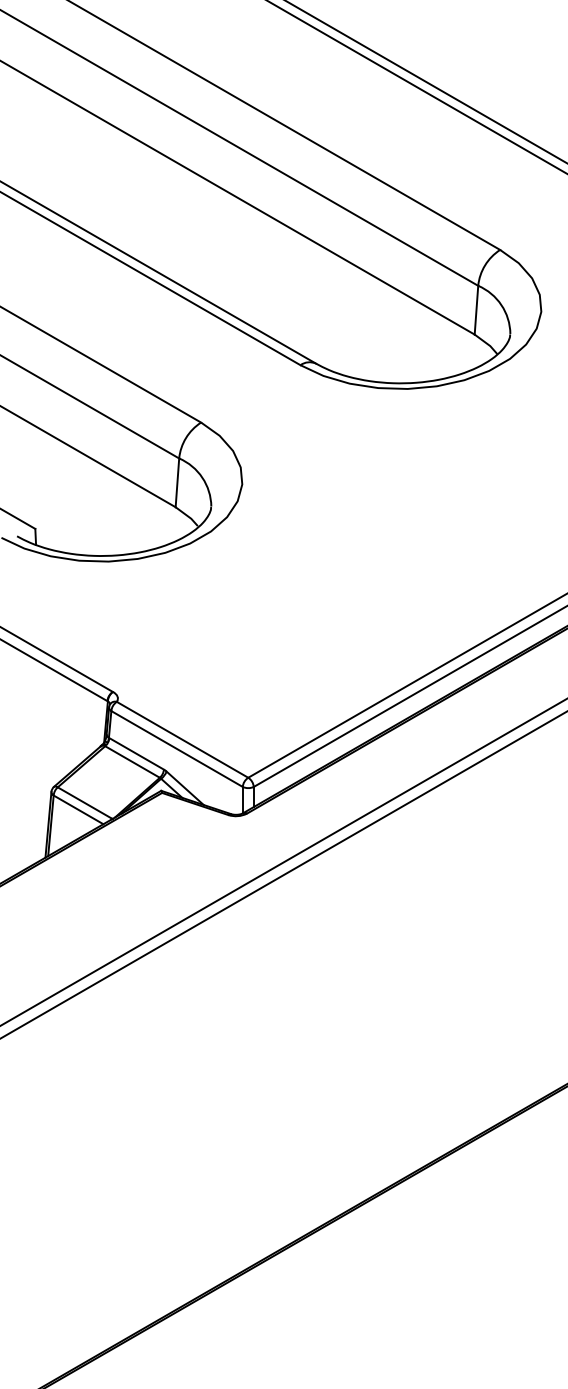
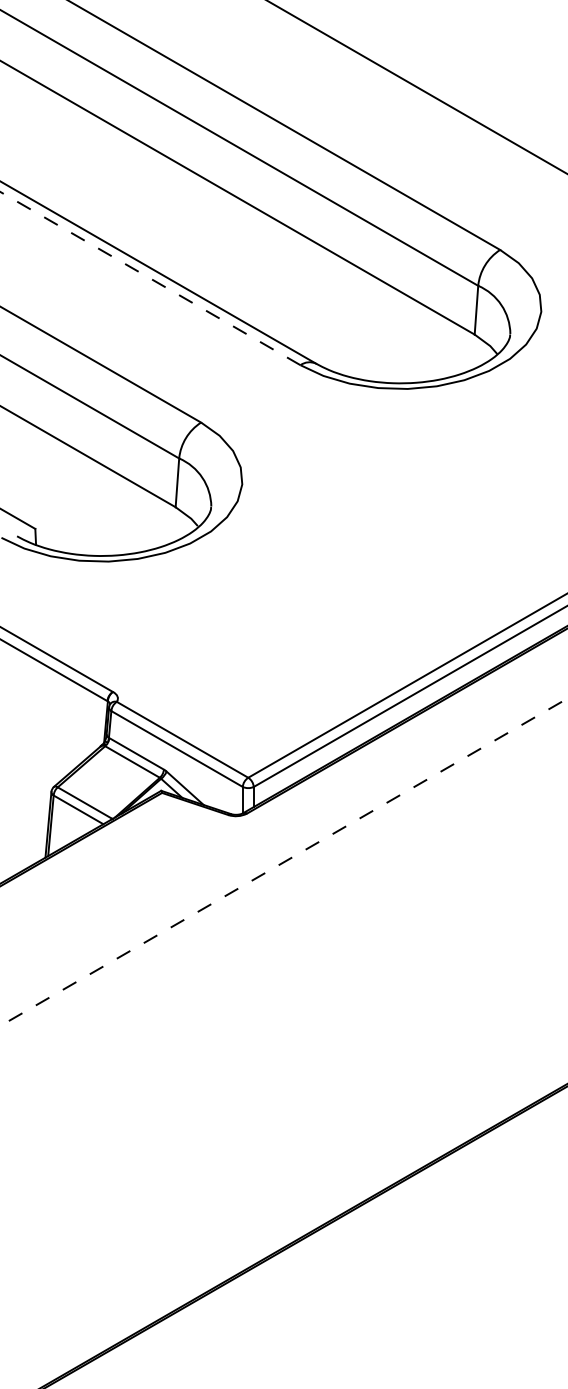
line at (426, 82): present -> none
line at (150, 278): solid -> dashed
line at (284, 861): solid -> dashed
line at (283, 874): present -> none
